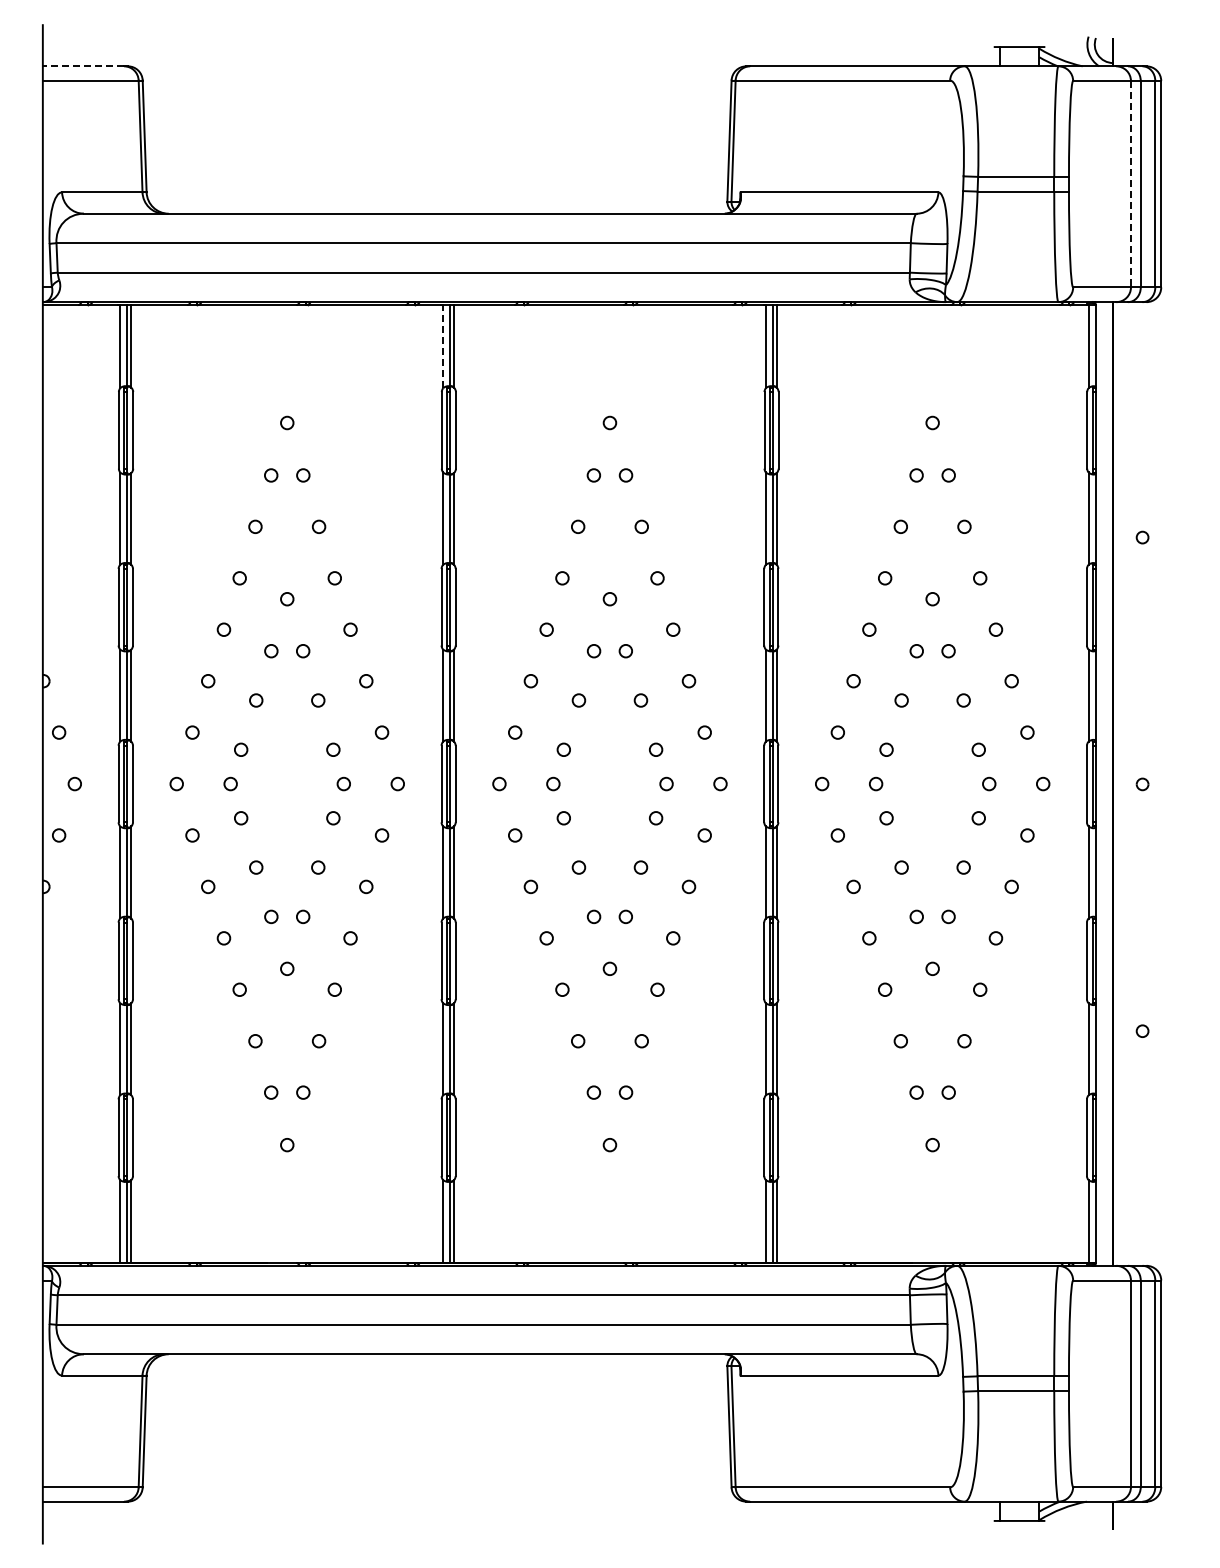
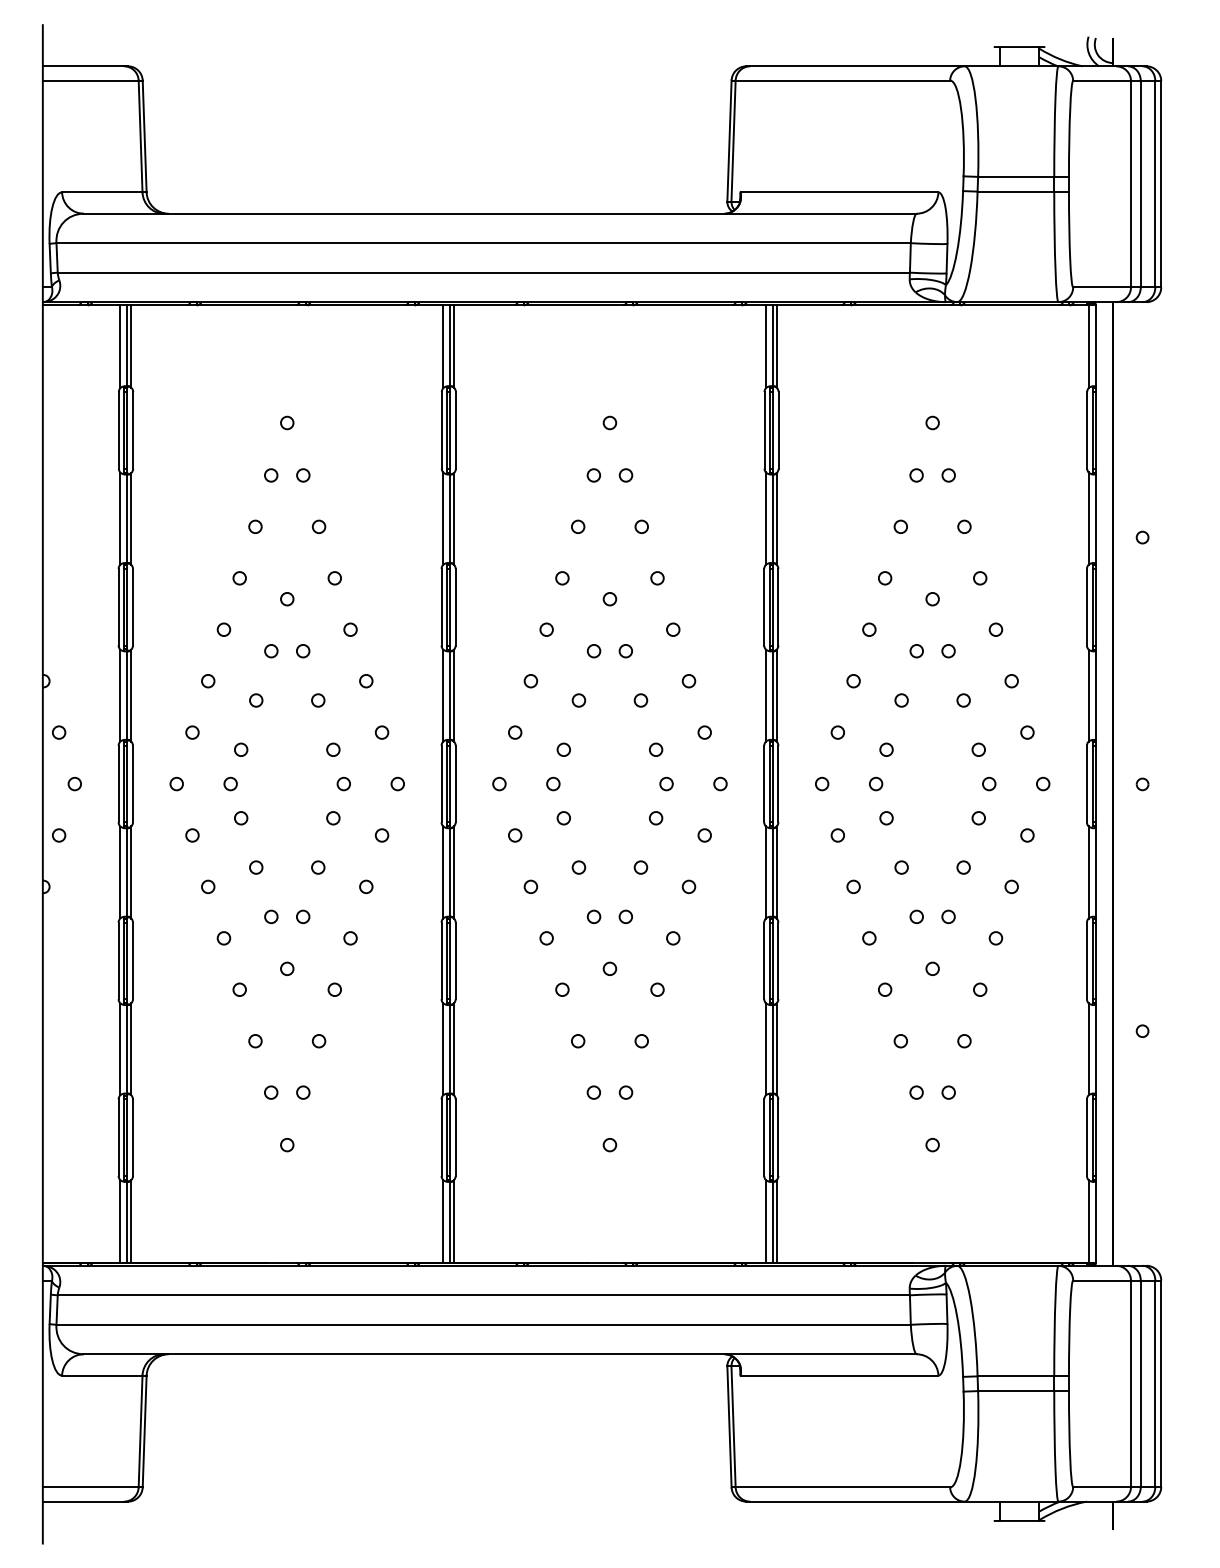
line at (83, 66): dashed -> solid
line at (1130, 184): dashed -> solid
line at (443, 346): dashed -> solid
